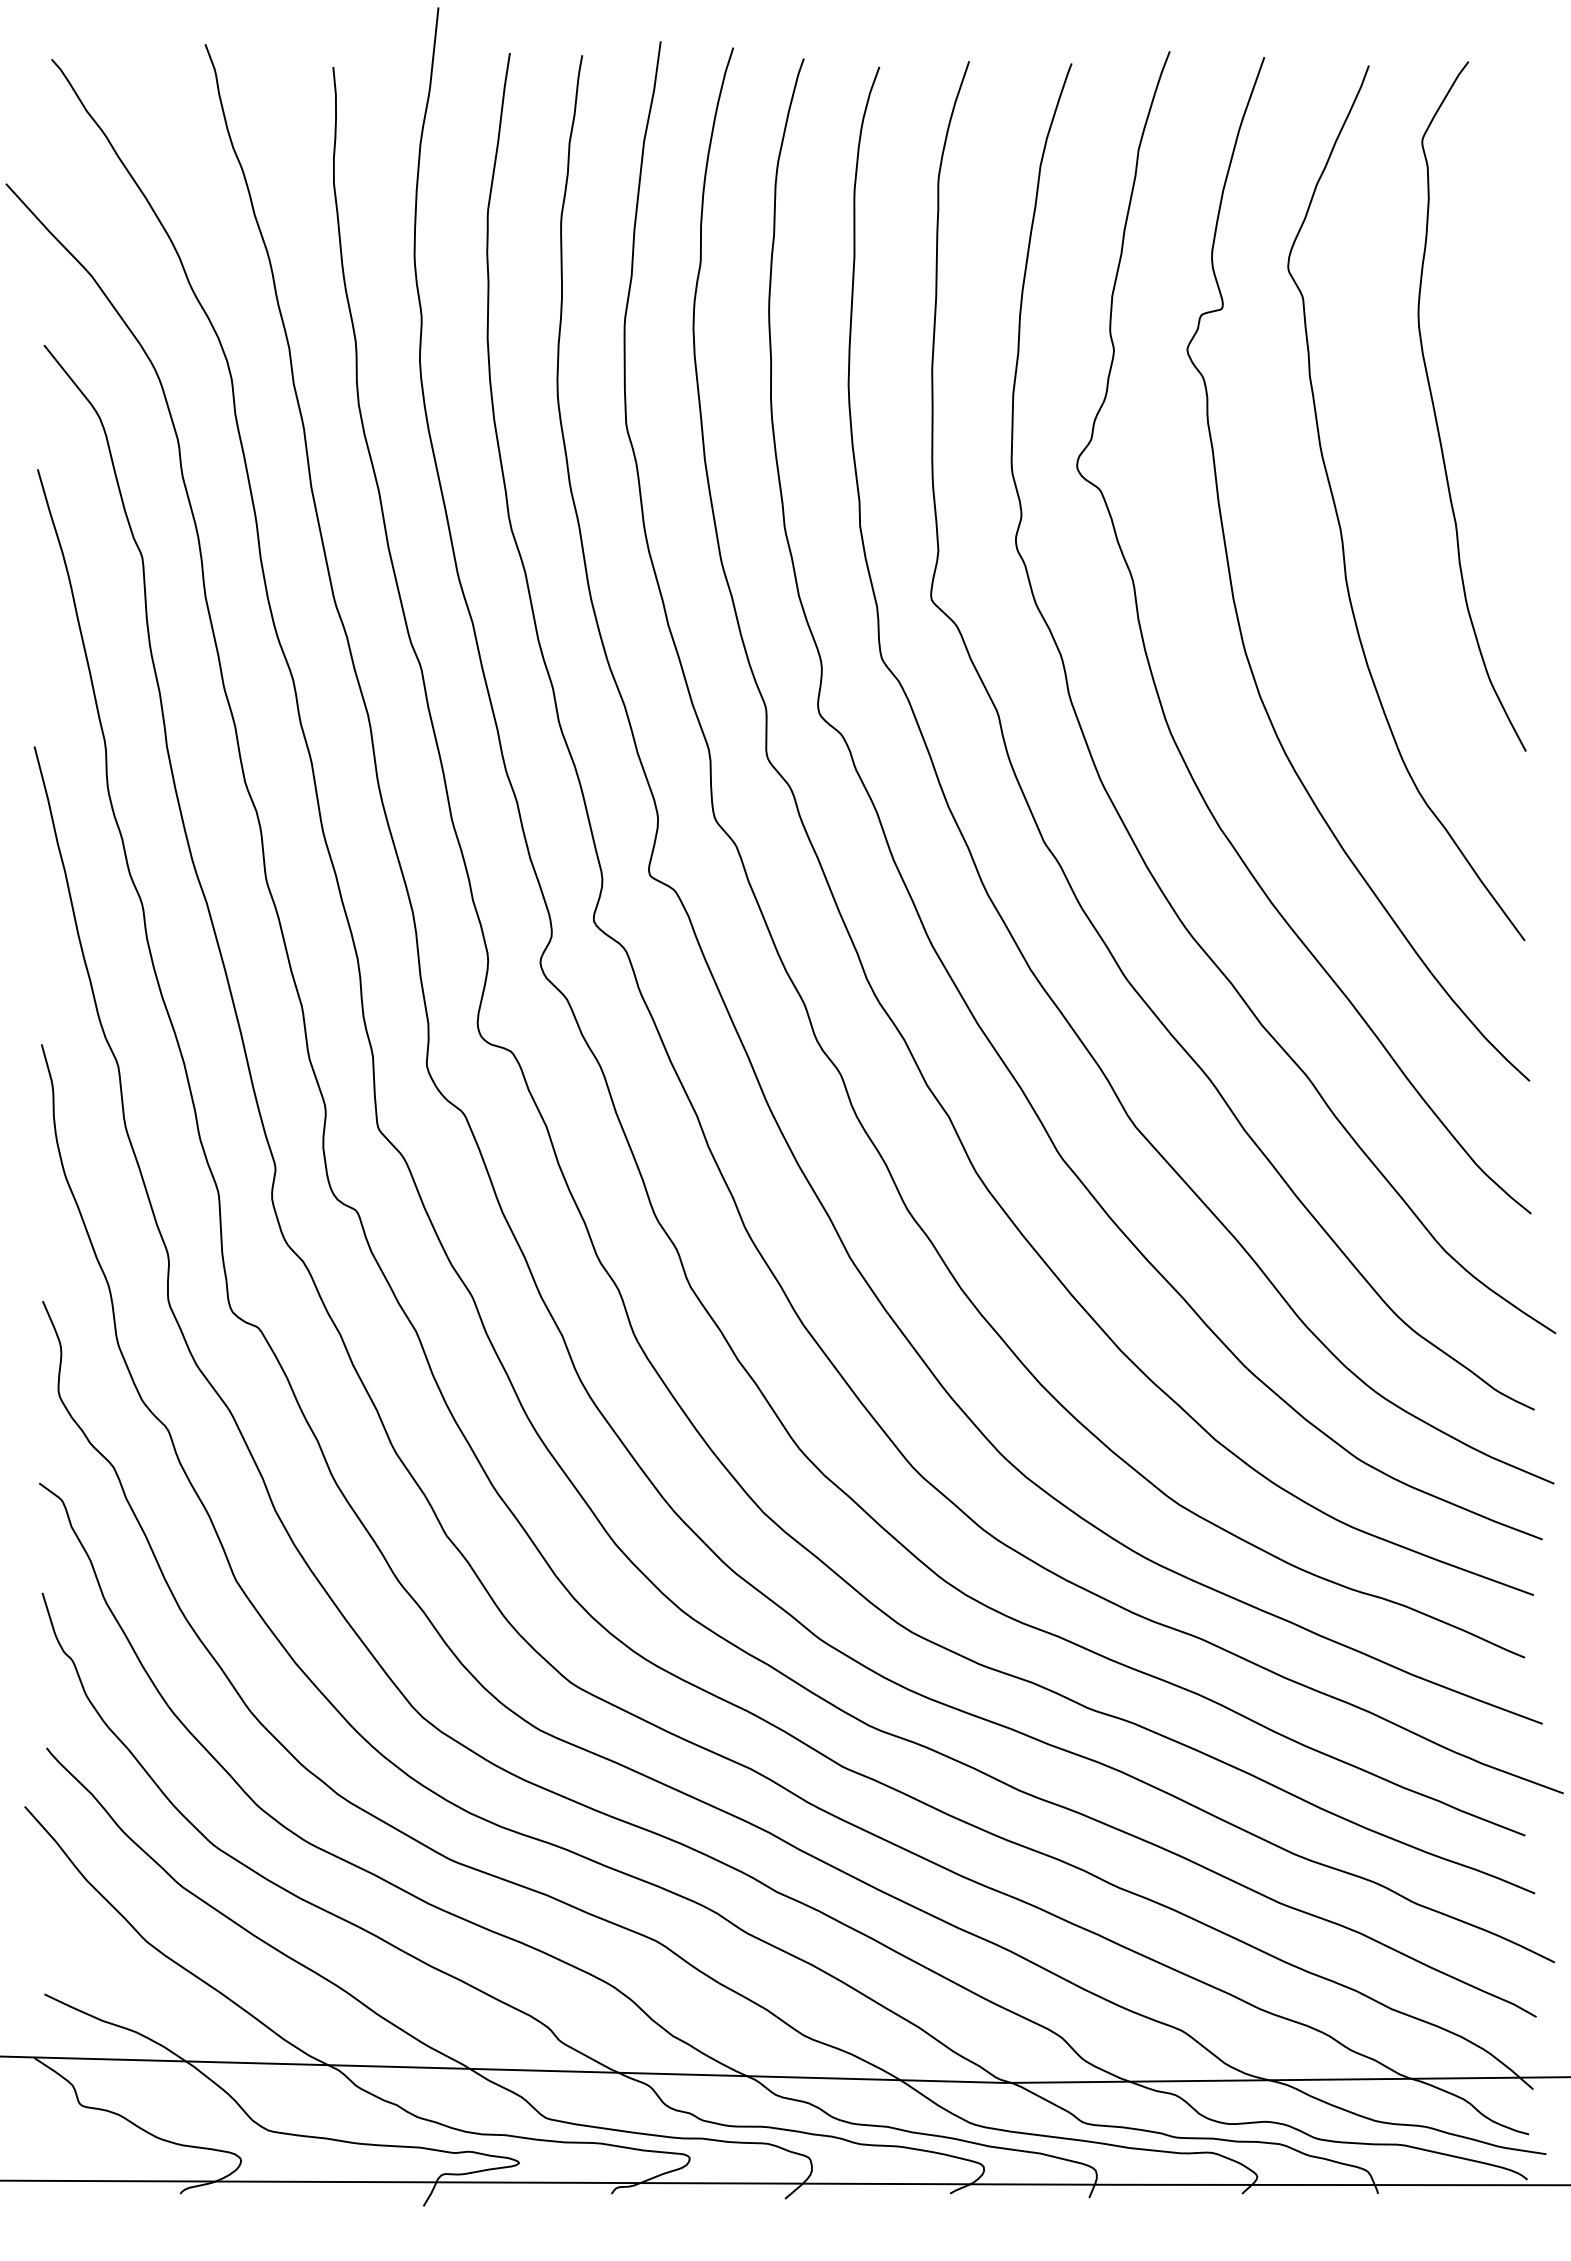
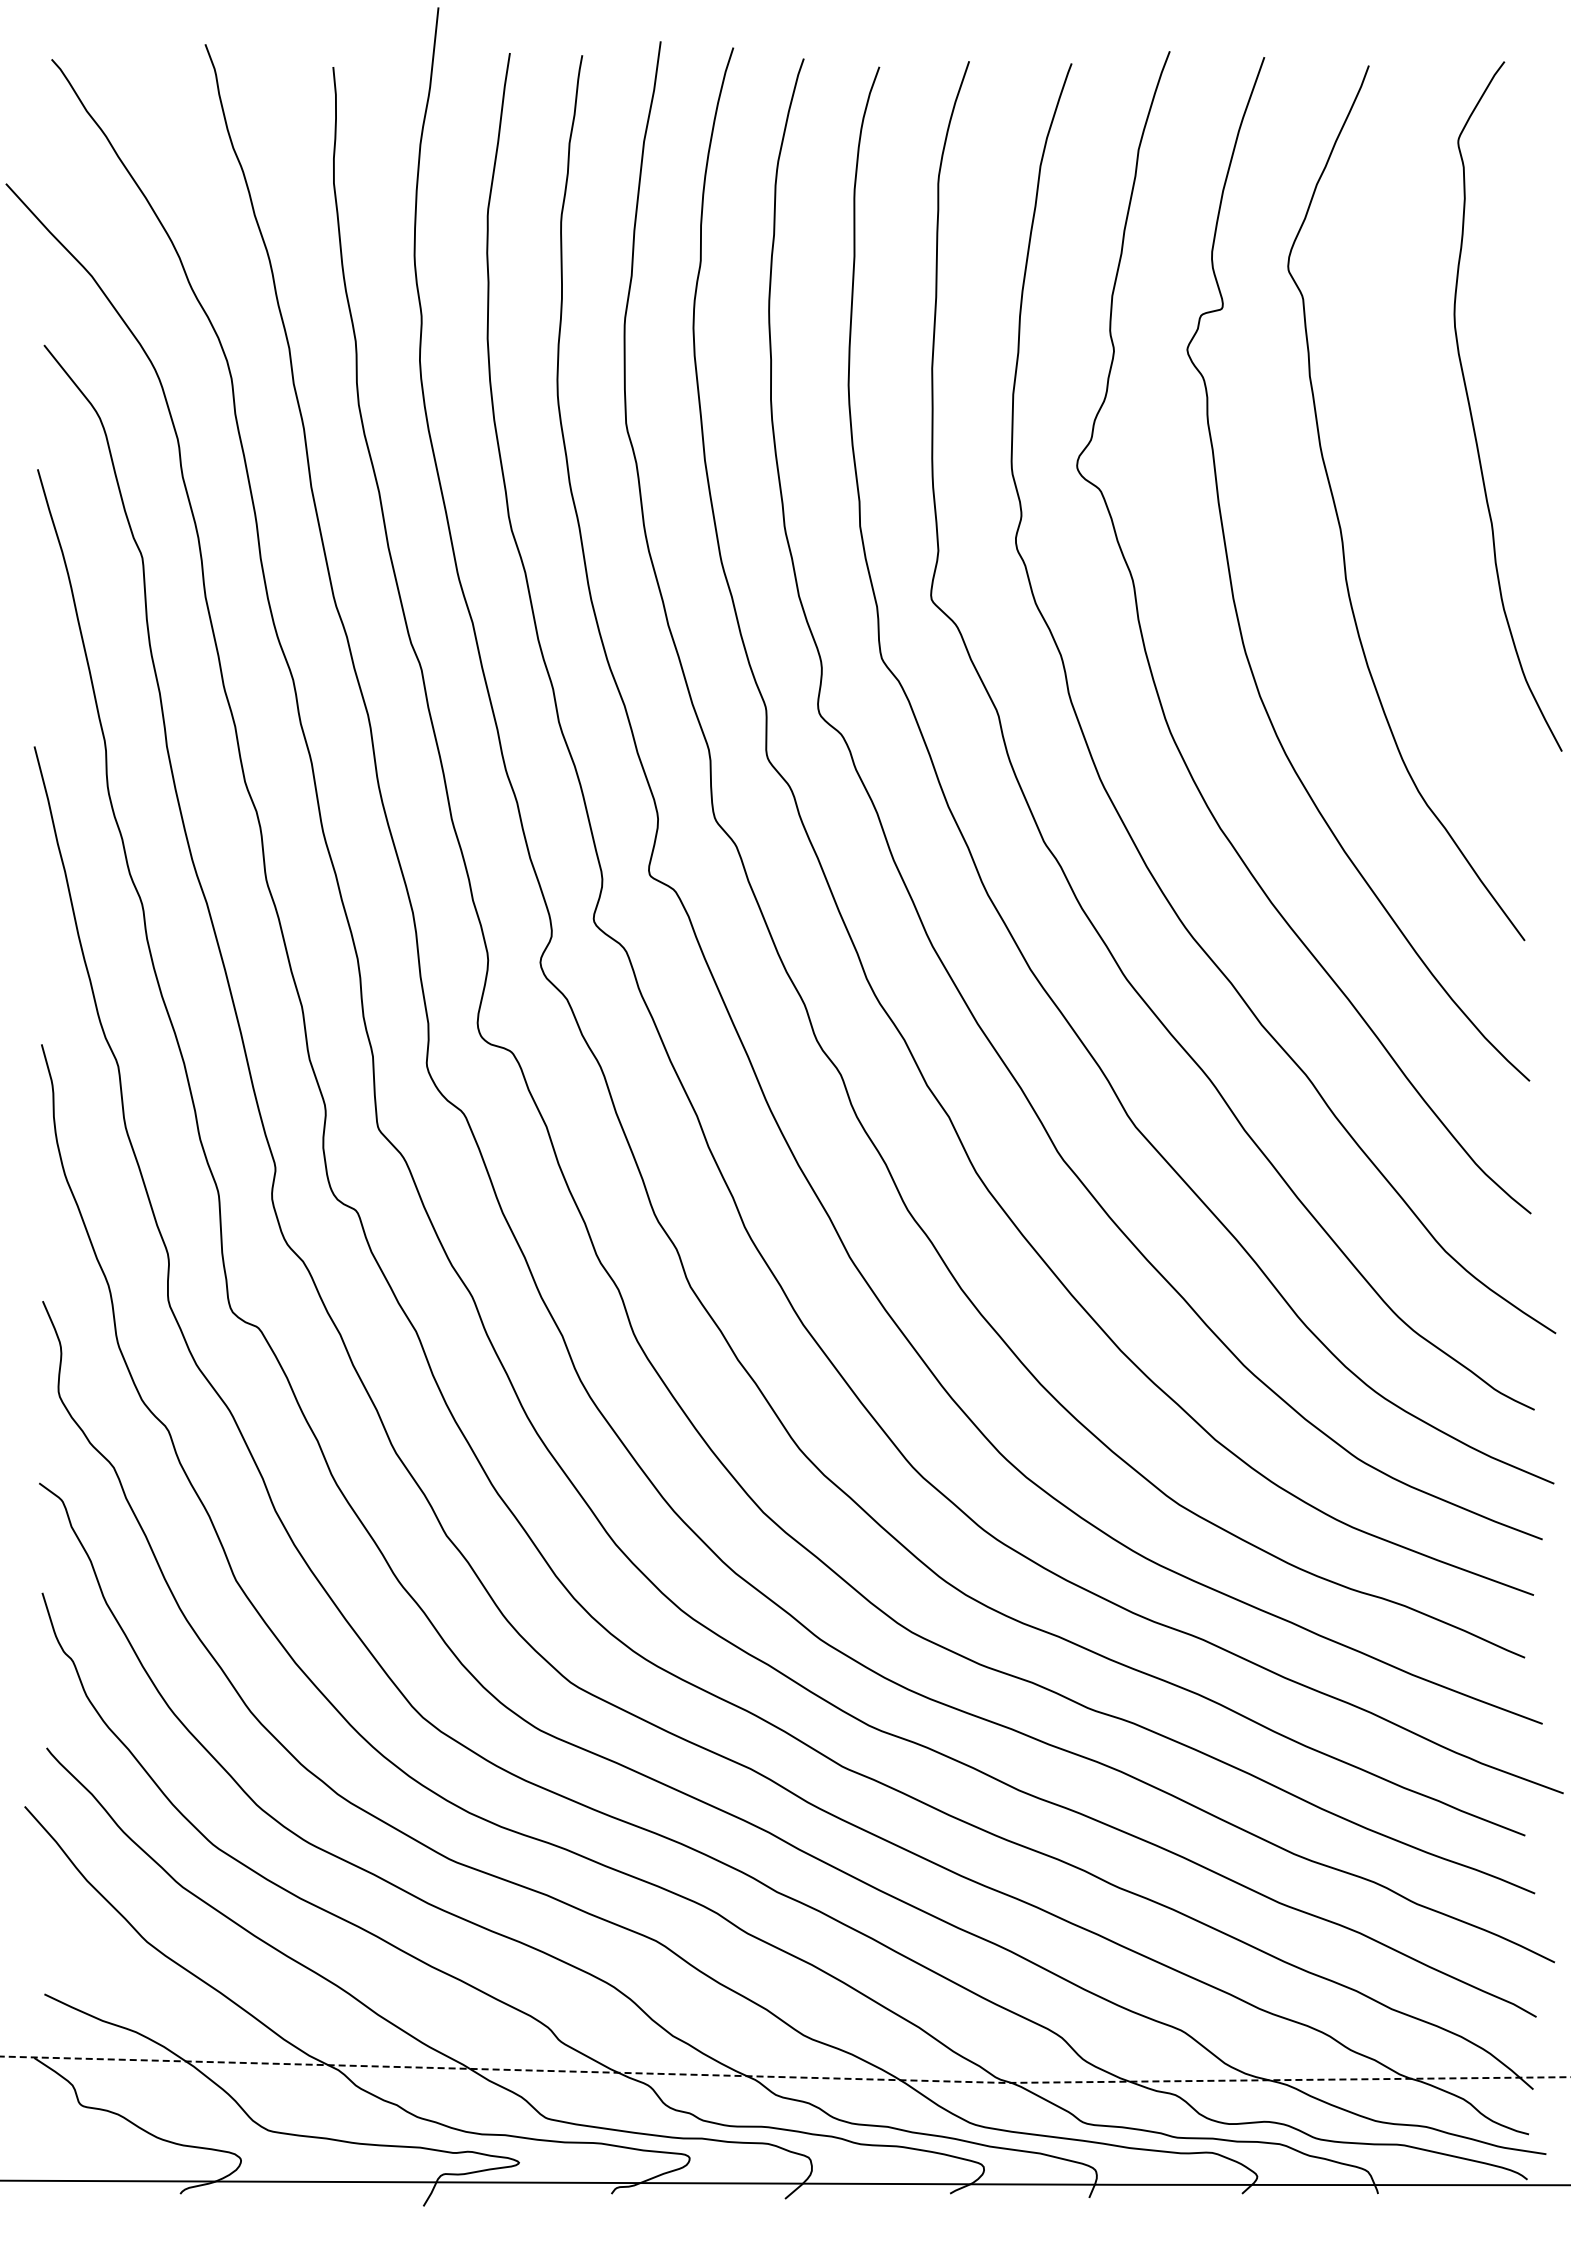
curve at (1436, 415) position: (1436, 415) -> (1472, 415)
line at (785, 2077): solid -> dashed
